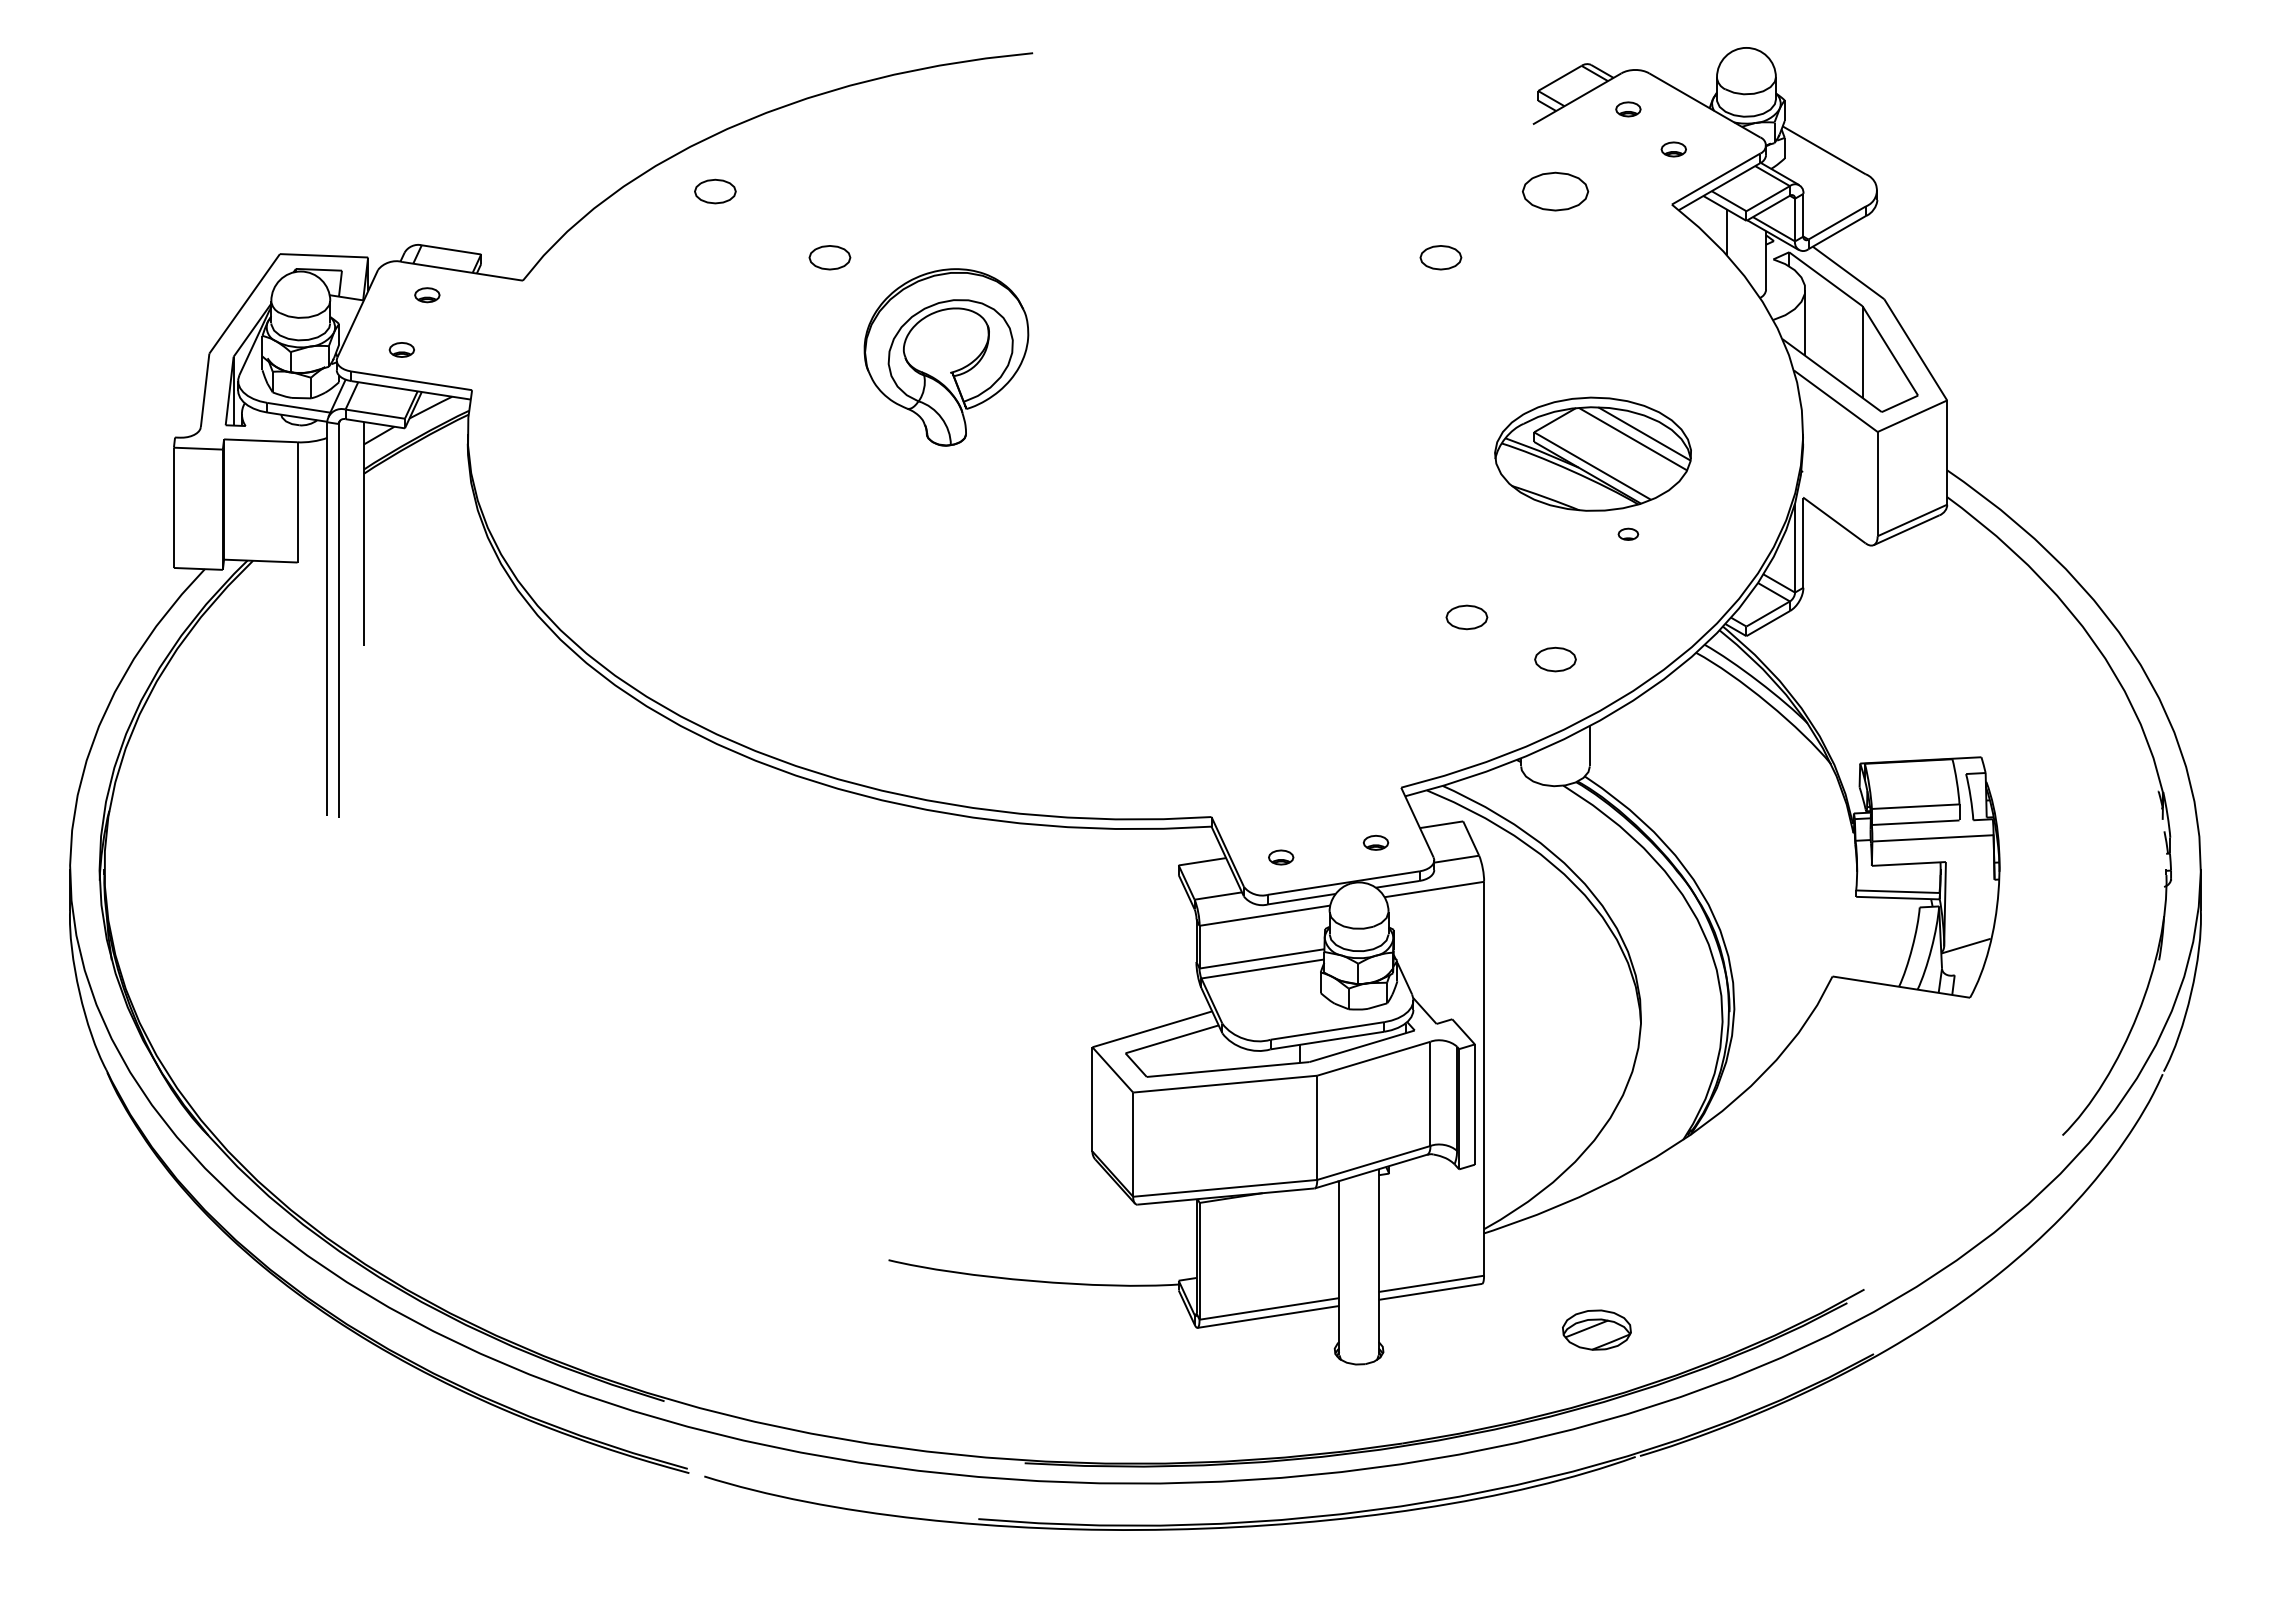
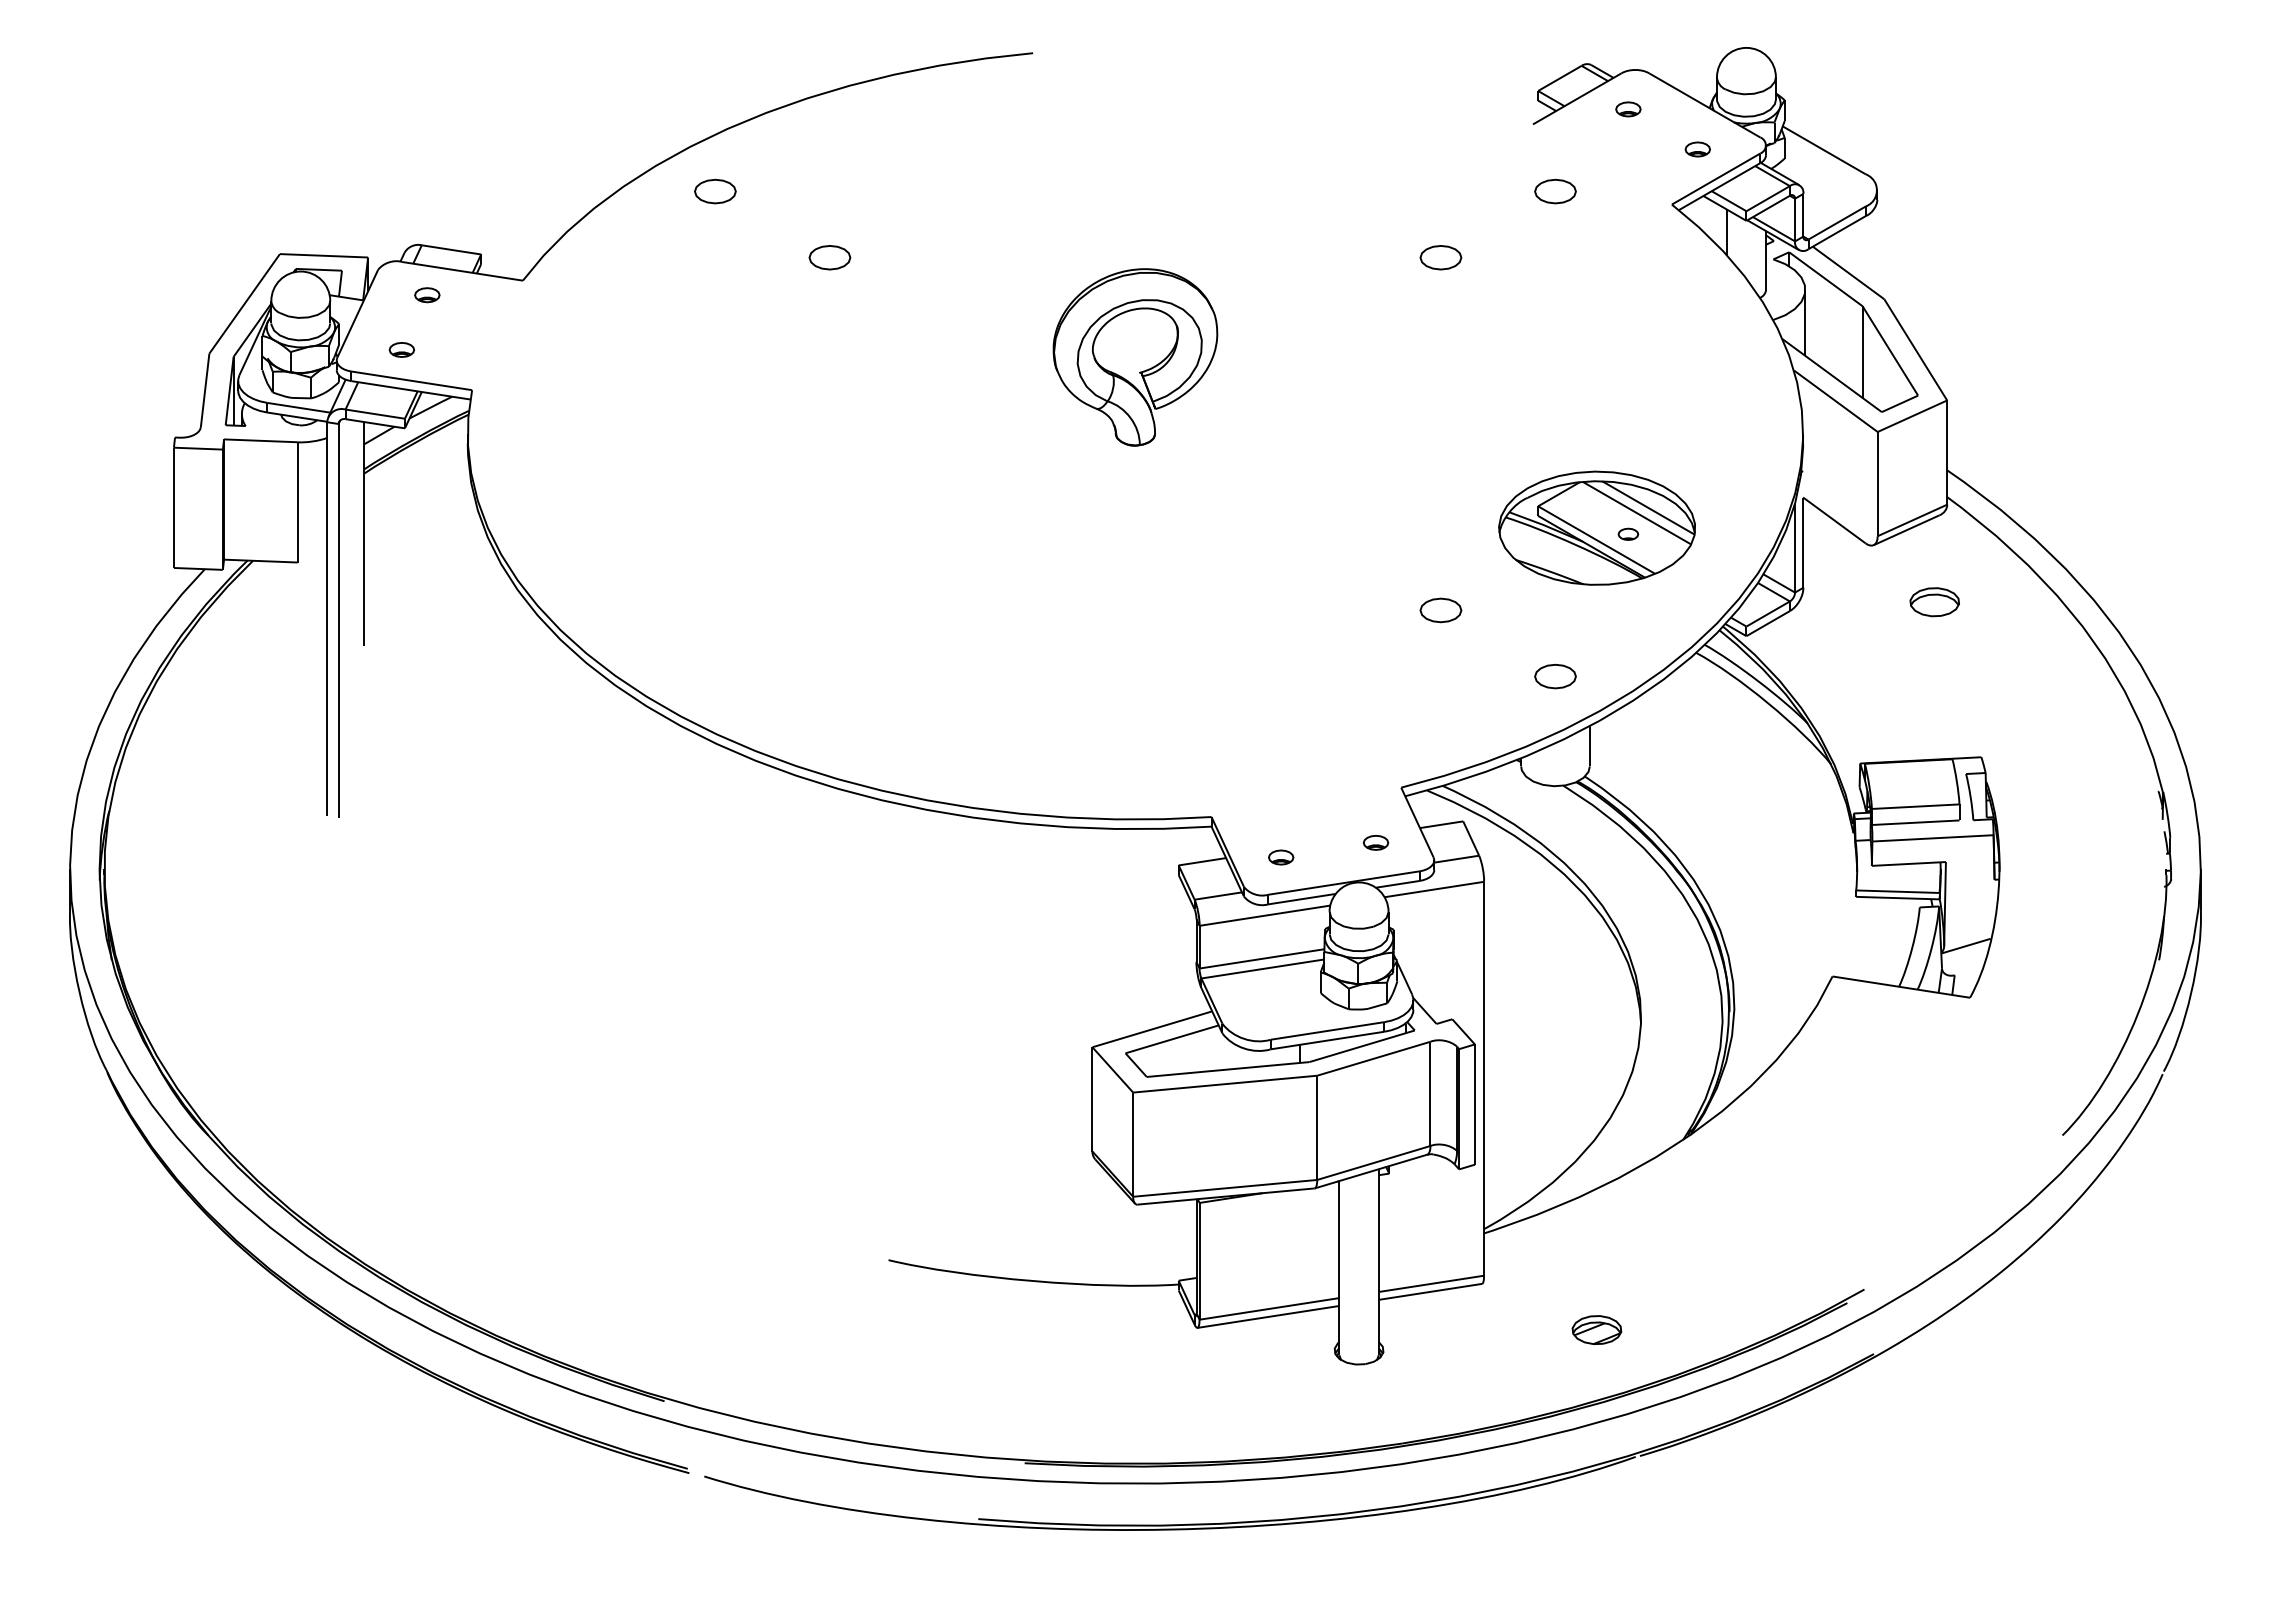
part at (1673, 149) position: (1673, 149) -> (1697, 149)
part at (1555, 191) size: 68x41 px -> 43x27 px
part at (951, 371) position: (951, 371) -> (1140, 371)
part at (1592, 453) position: (1592, 453) -> (1596, 527)
part at (1934, 602): none -> present
part at (1466, 617) position: (1466, 617) -> (1440, 610)
part at (1555, 659) position: (1555, 659) -> (1555, 676)
part at (1596, 1329) size: 70x42 px -> 52x30 px
